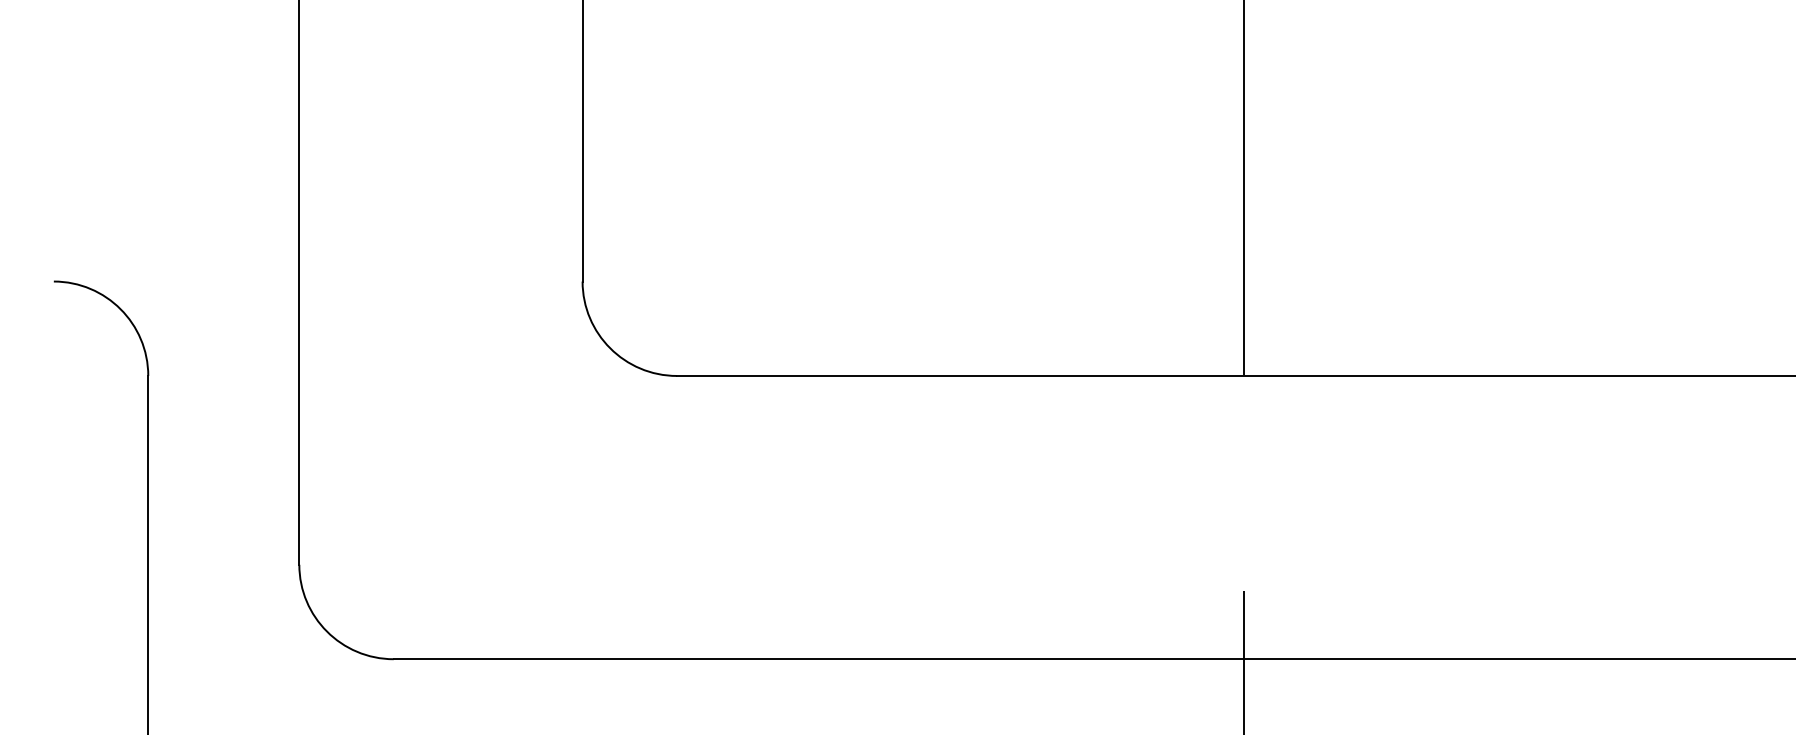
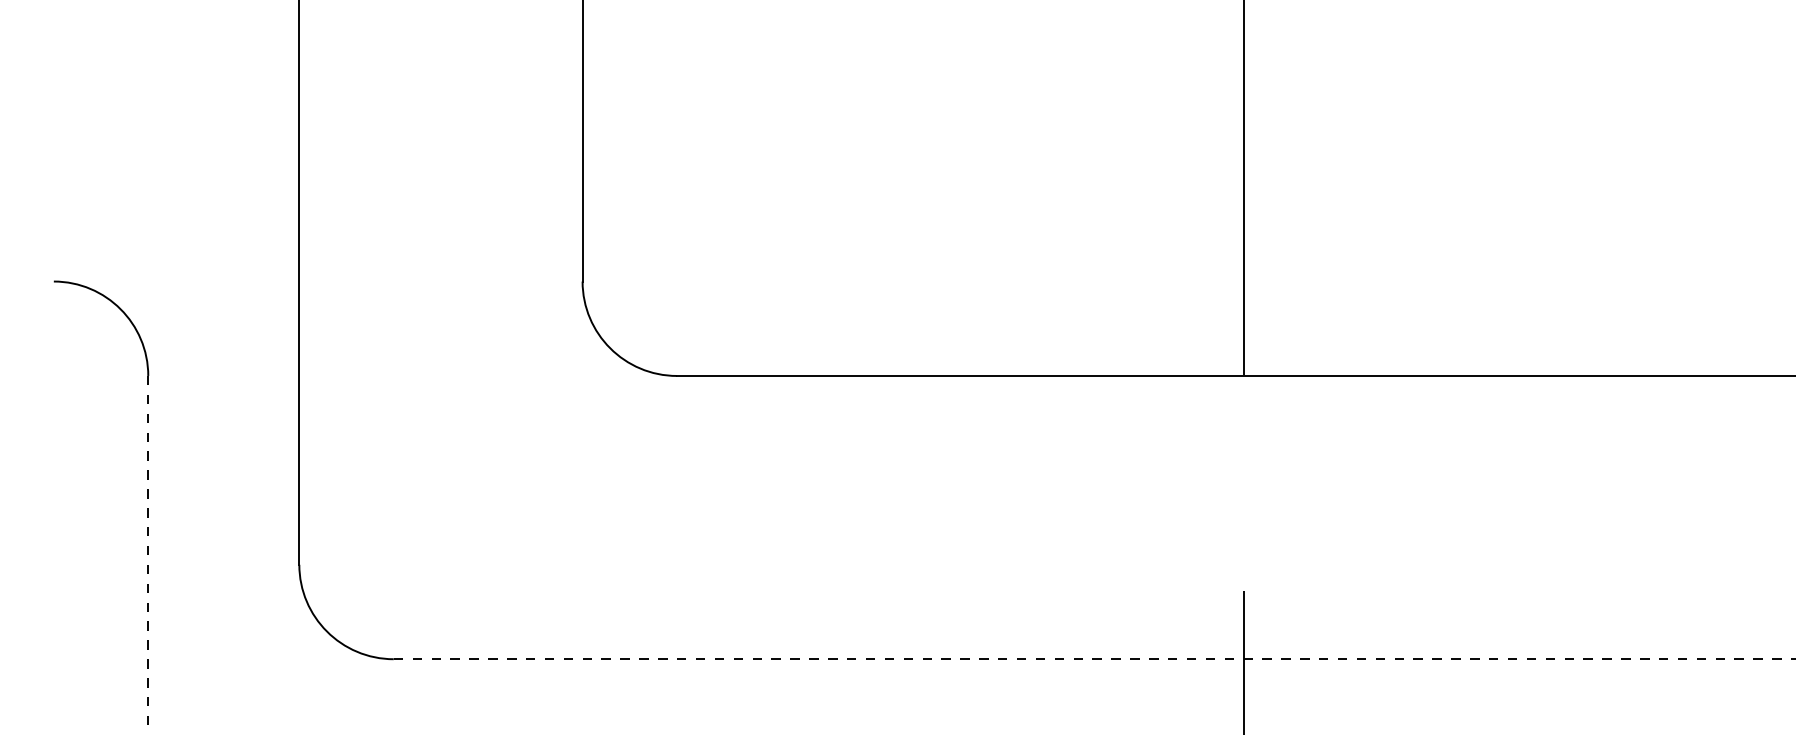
line at (148, 555): solid -> dashed
line at (1094, 659): solid -> dashed
